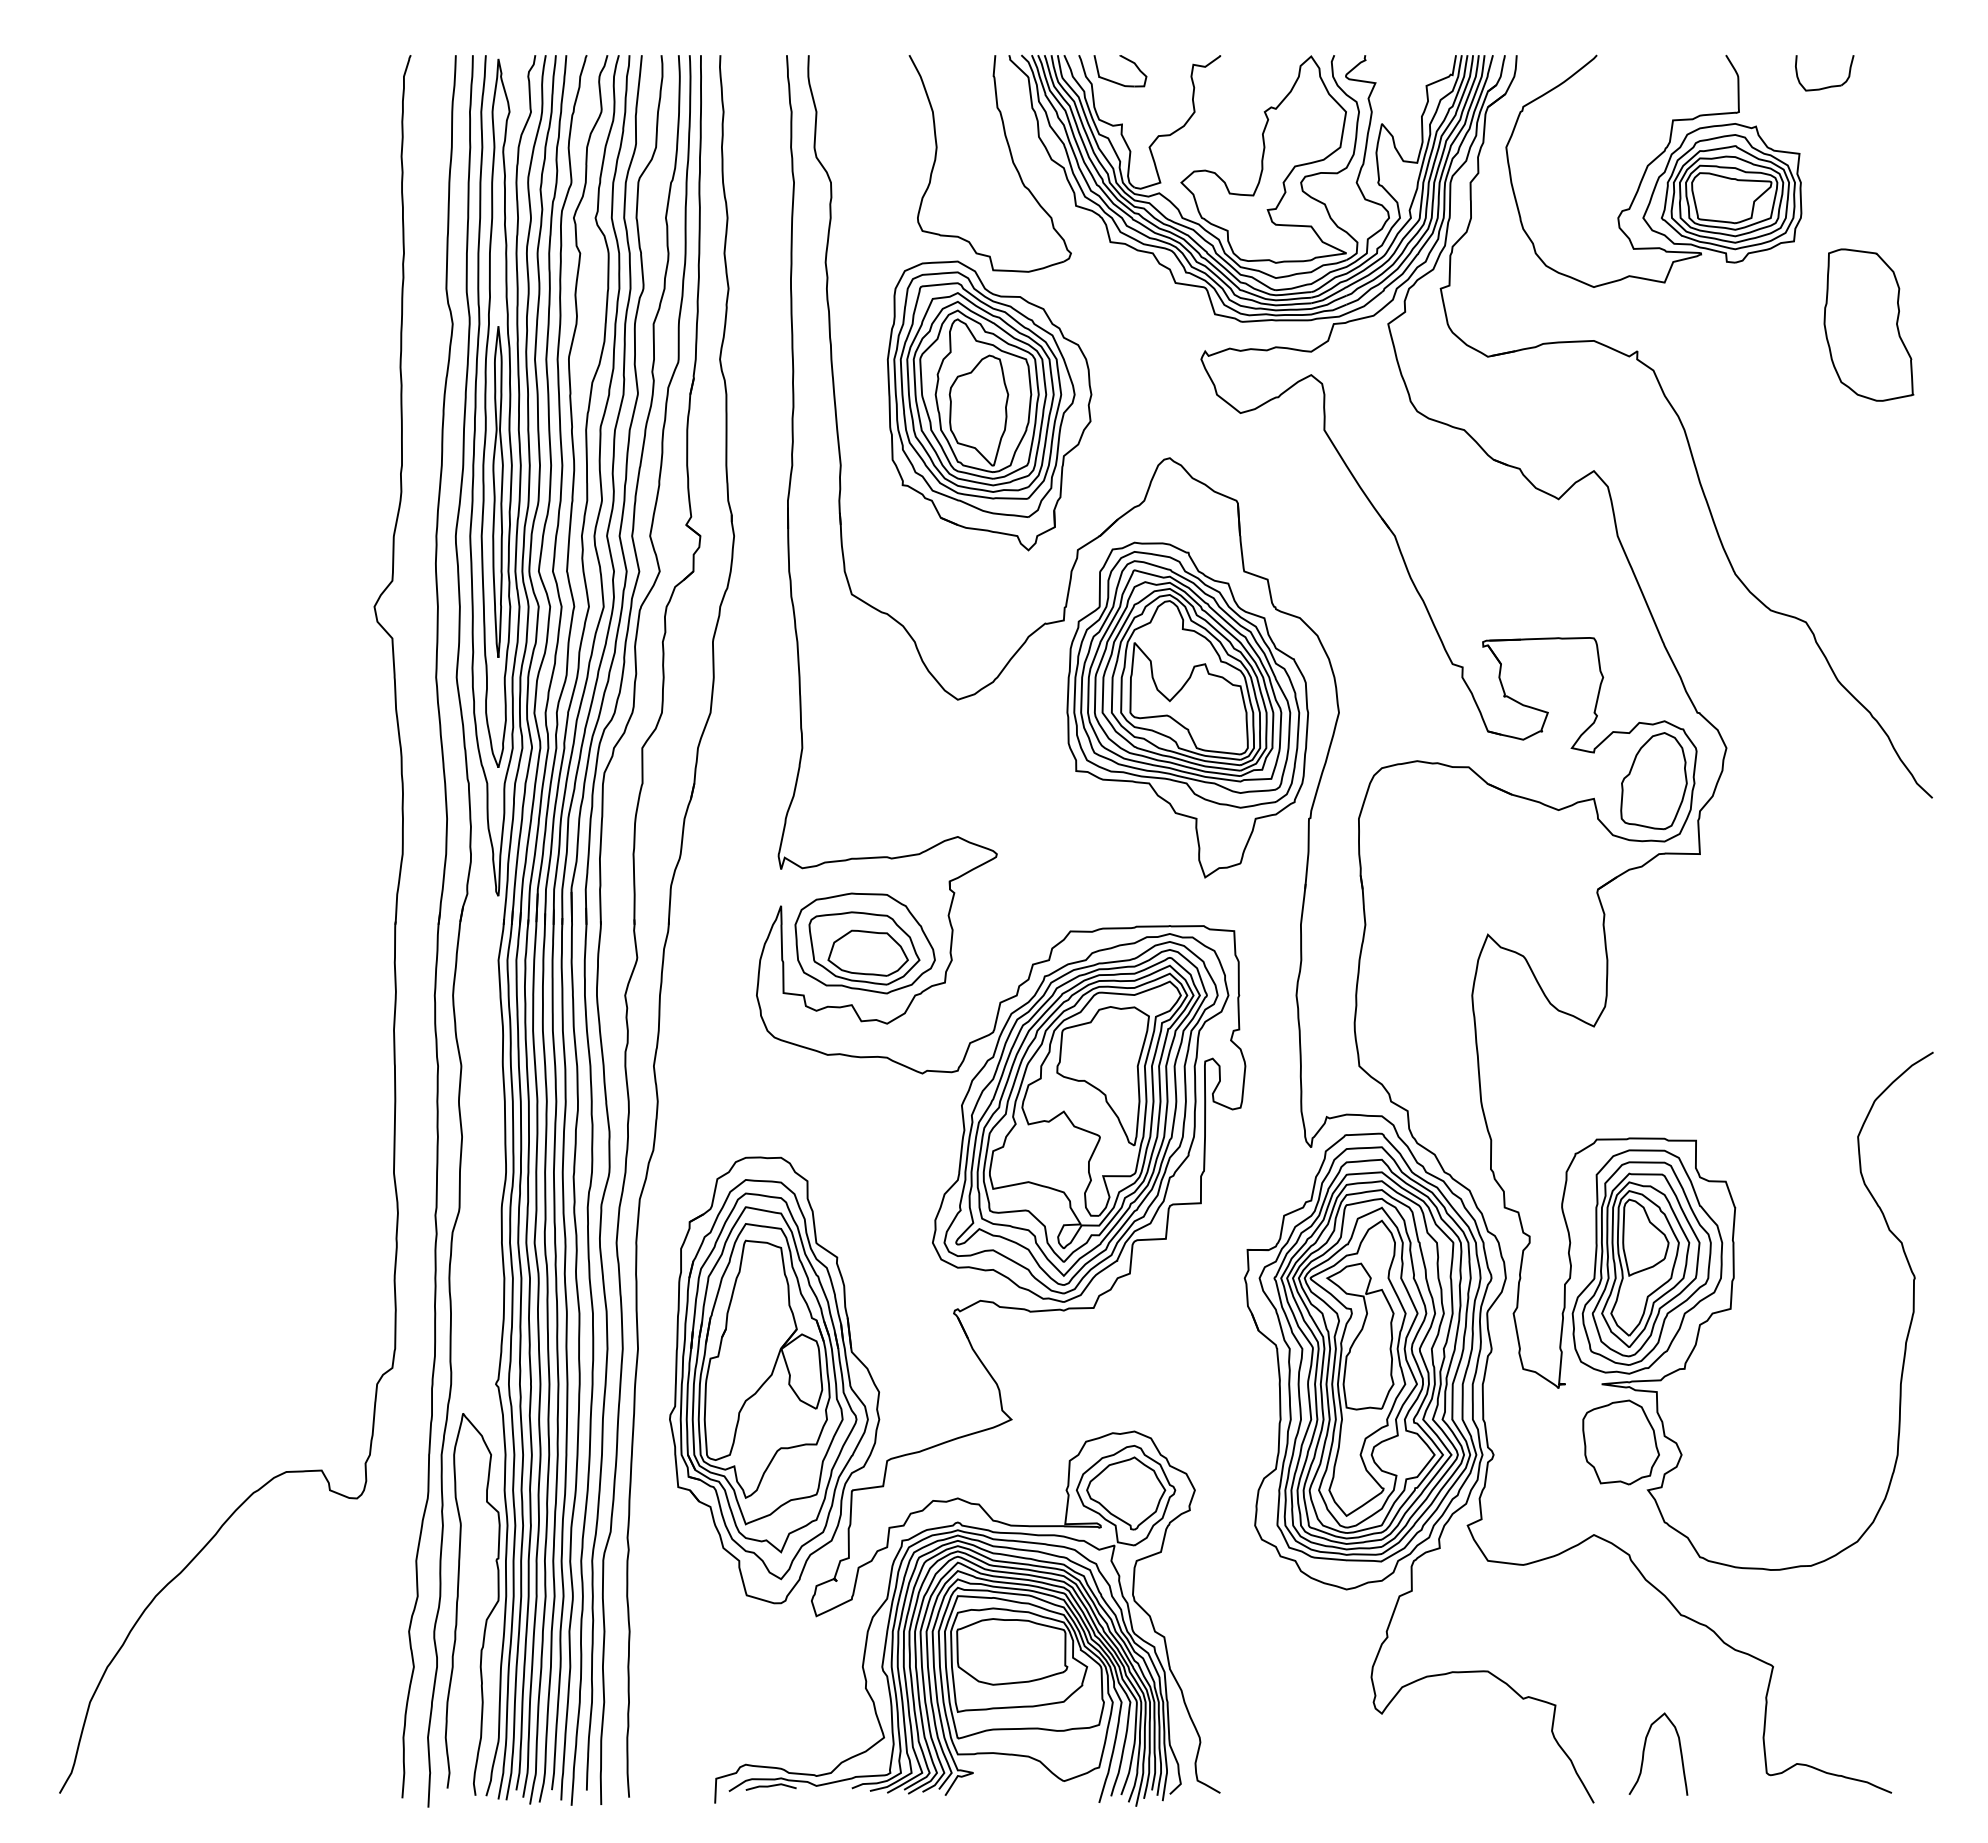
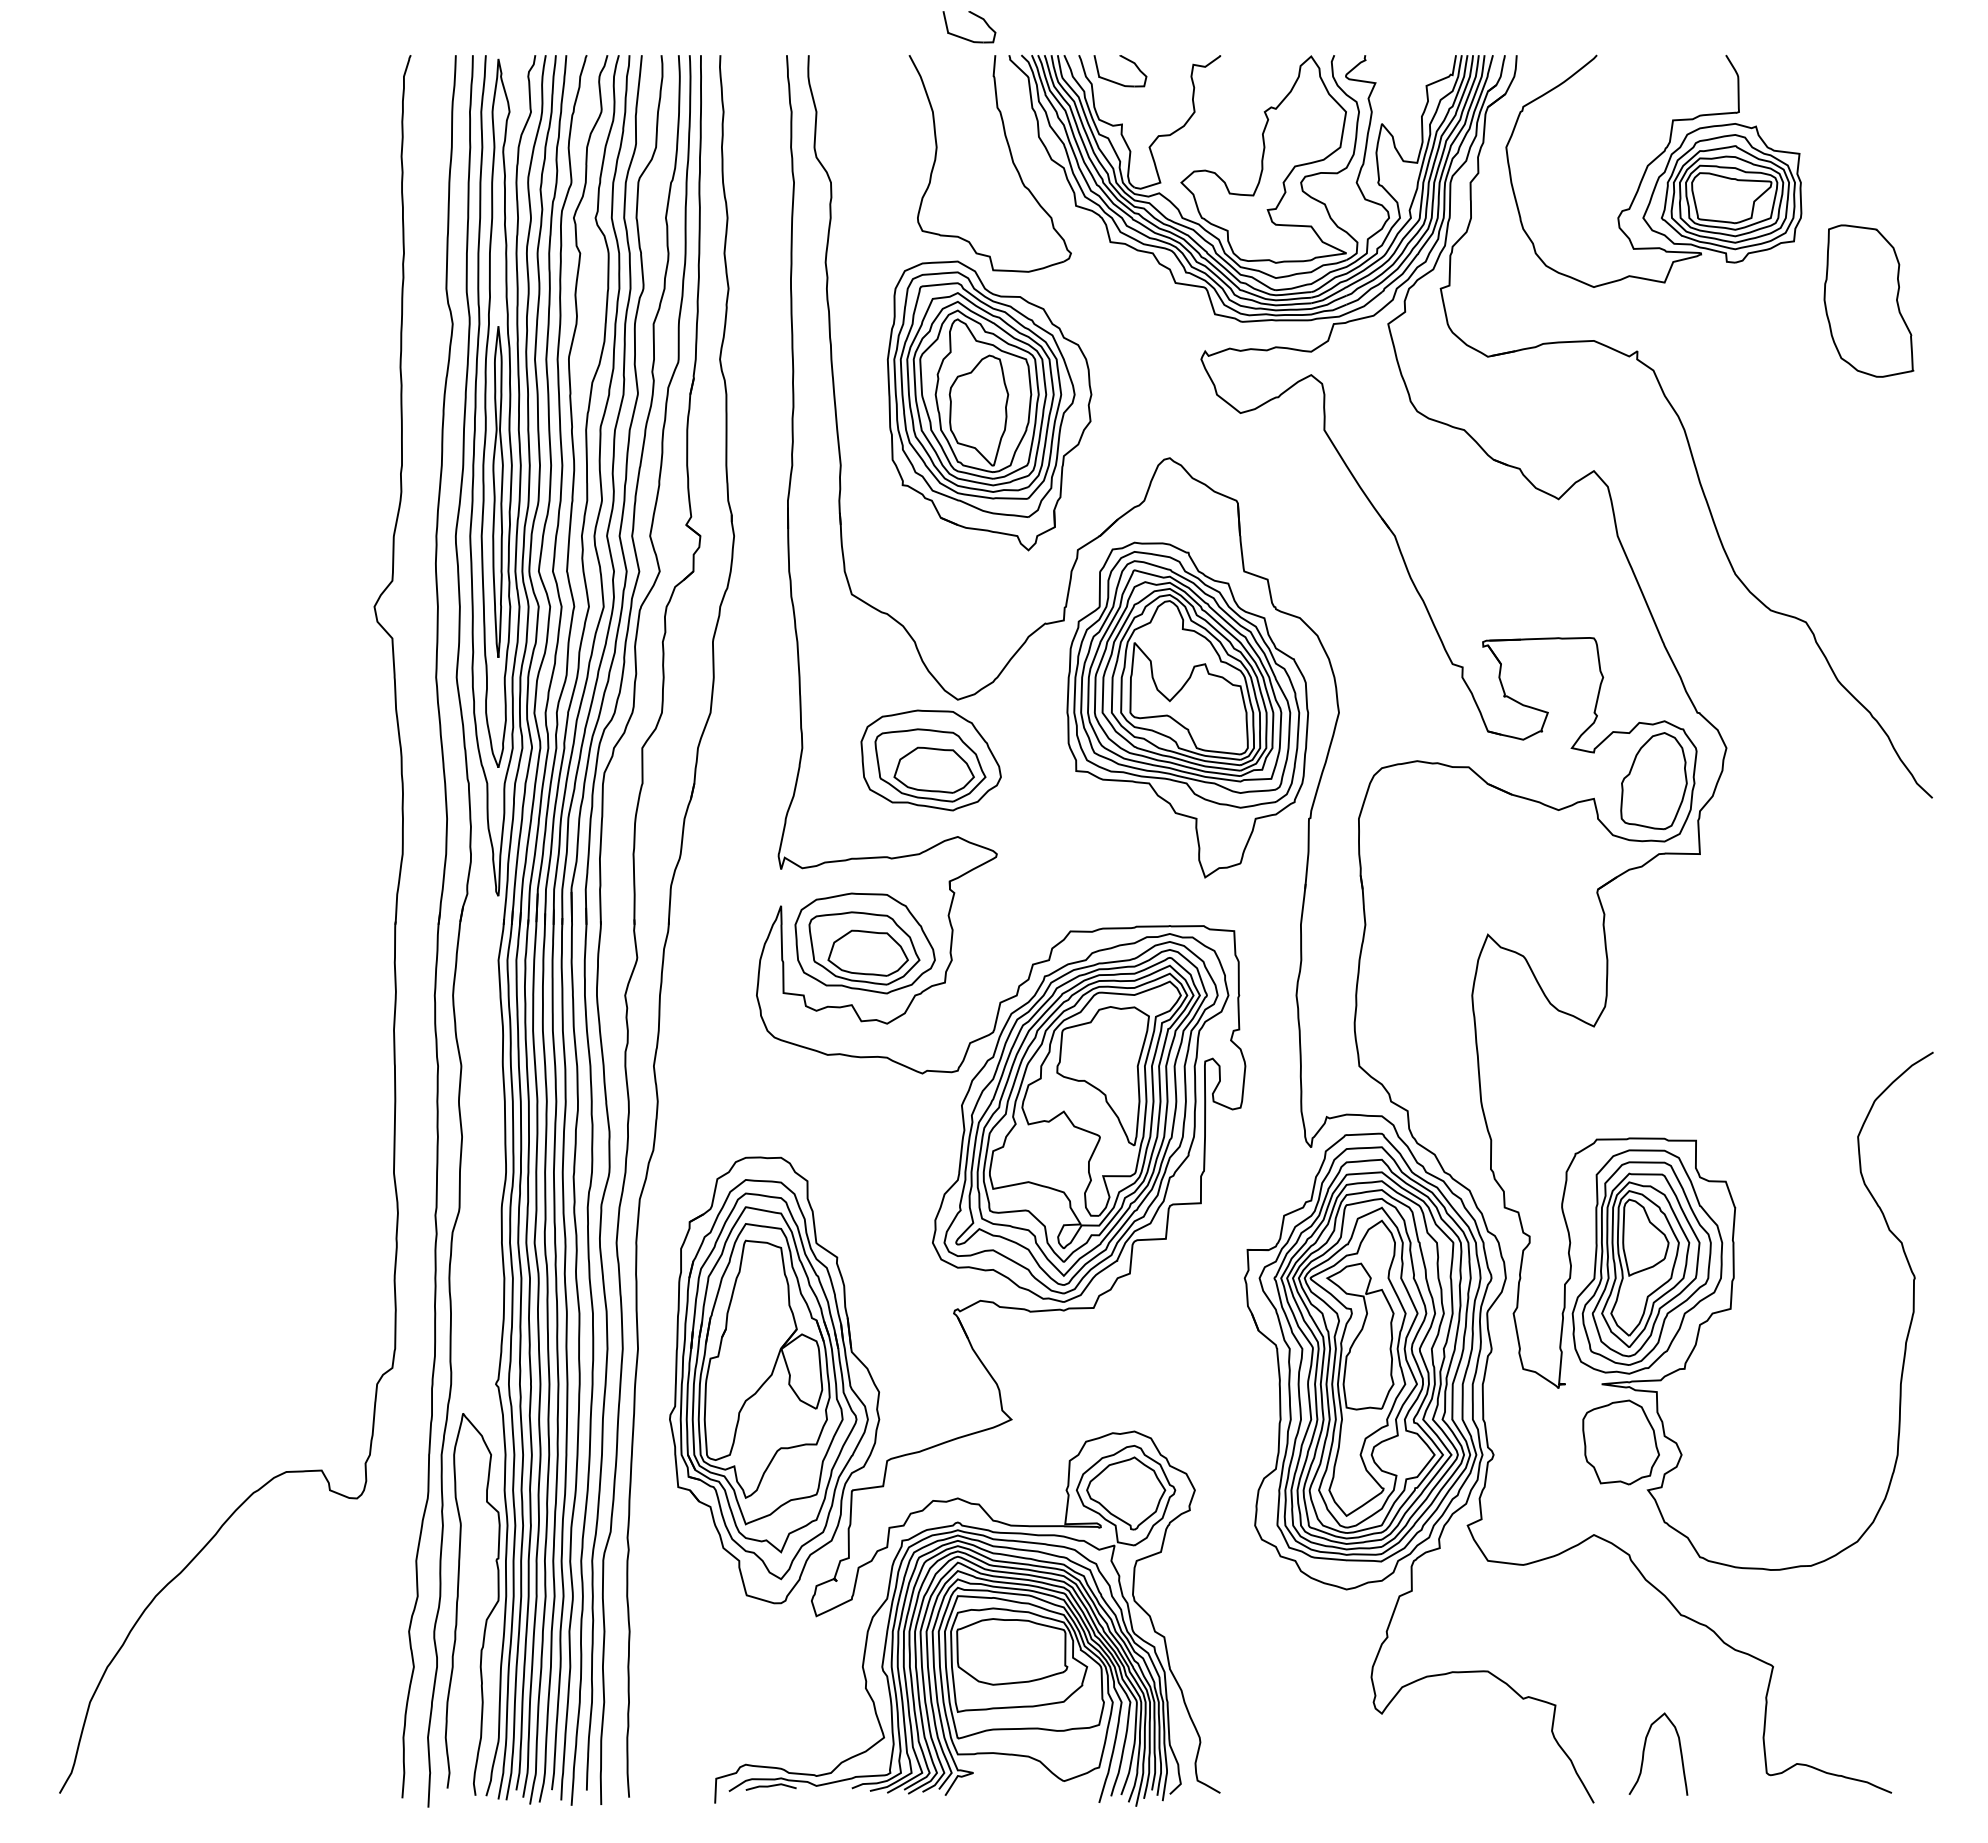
part at (964, 37): none -> present
part at (1826, 86): present -> none
part at (1868, 324) position: (1868, 324) -> (1868, 300)
part at (930, 760): none -> present
